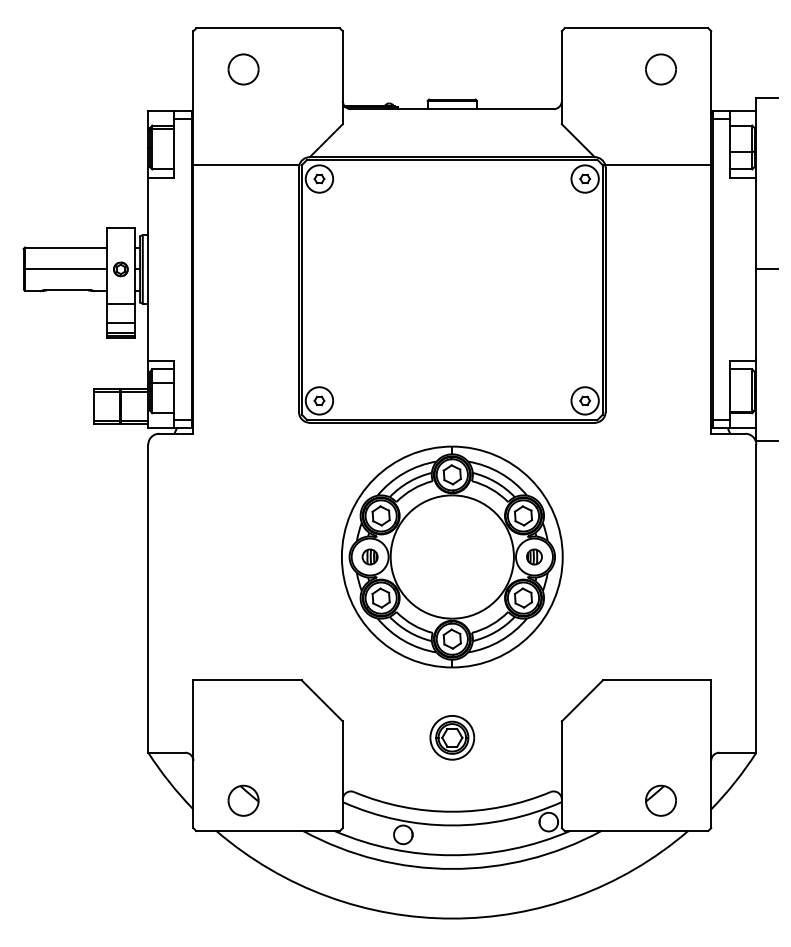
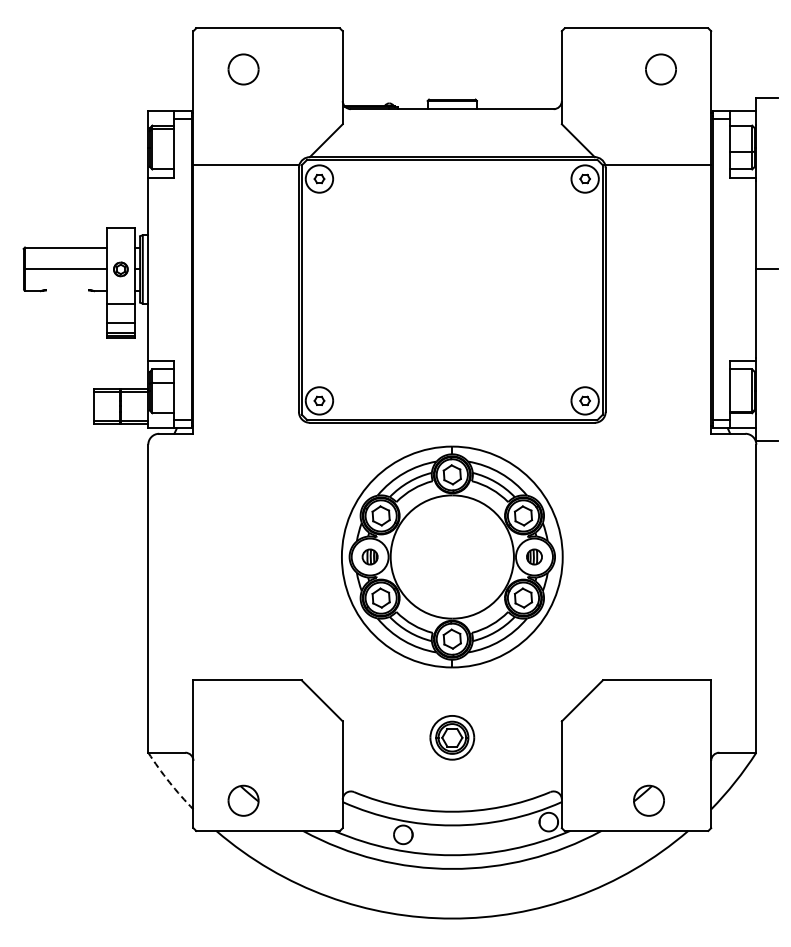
line at (67, 290): present -> none
arc at (169, 782): solid -> dashed
part at (660, 800) position: (660, 800) -> (648, 800)
